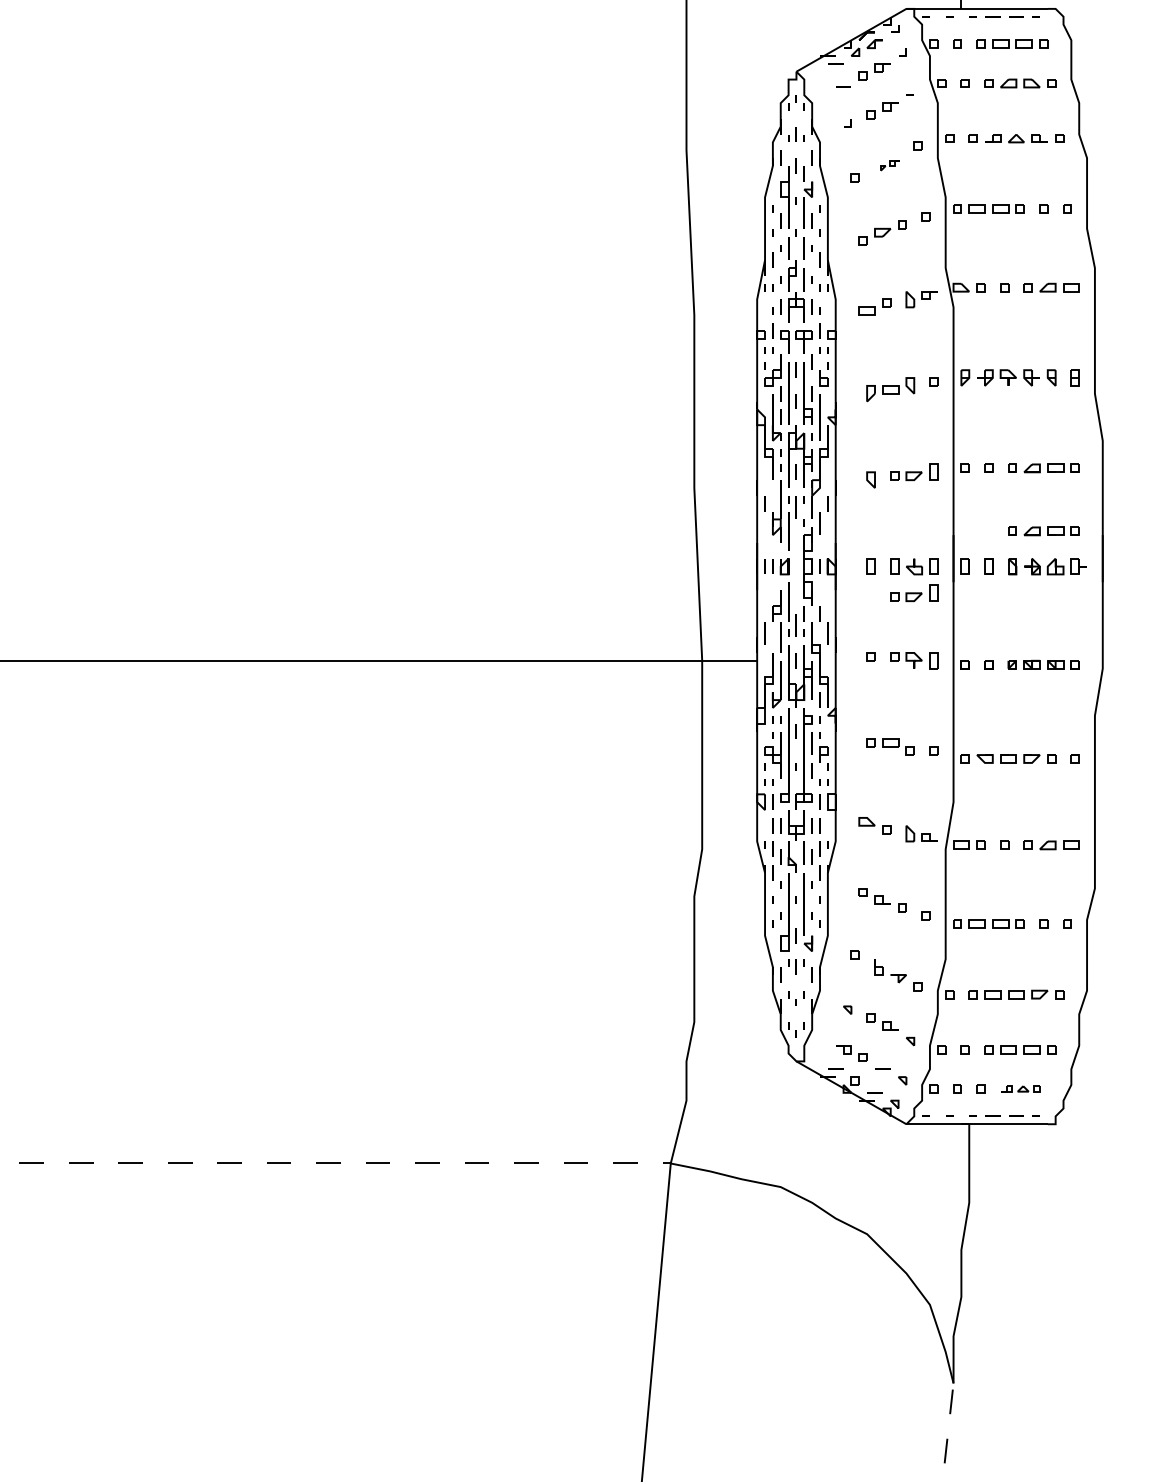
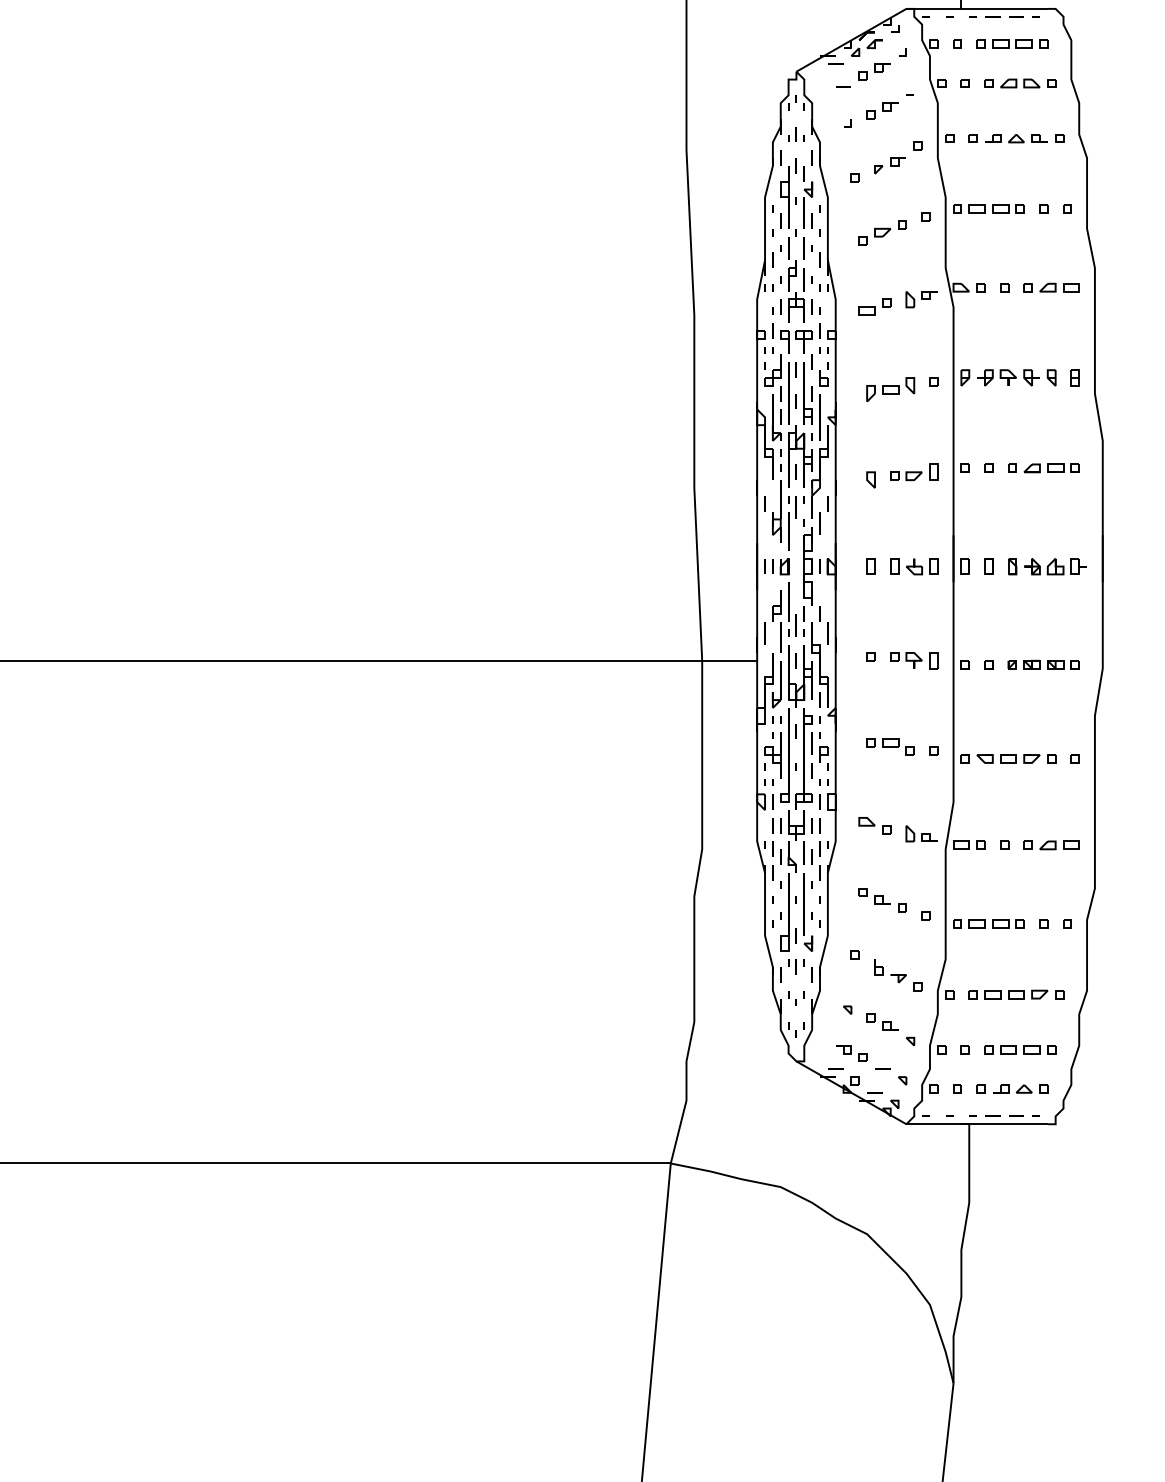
part at (889, 165) size: 20x12 px -> 32x18 px
part at (1043, 531): present -> none
part at (914, 593): present -> none
part at (1020, 1088) size: 40x8 px -> 56x10 px
line at (335, 1163): dashed -> solid
line at (948, 1432): dashed -> solid
